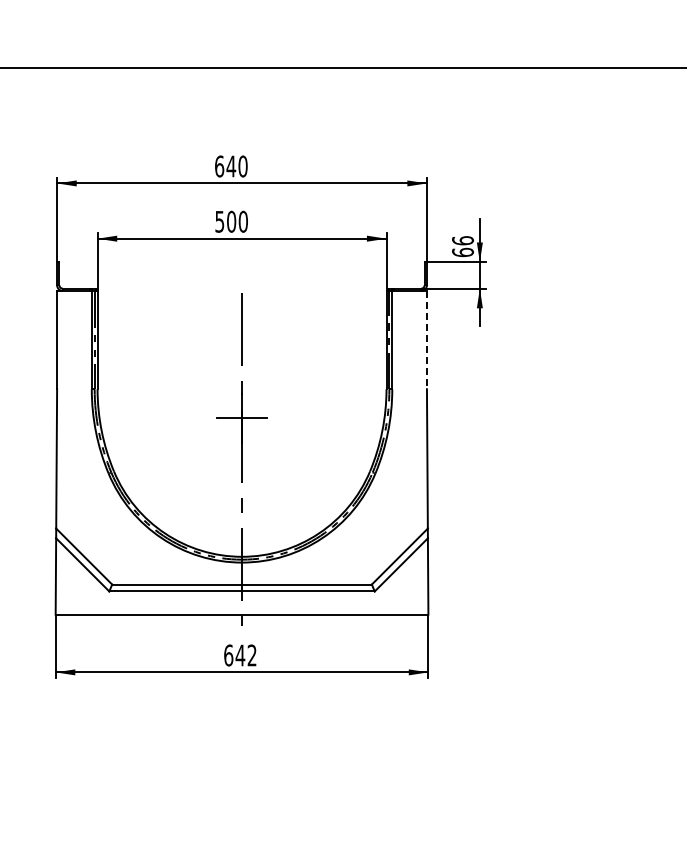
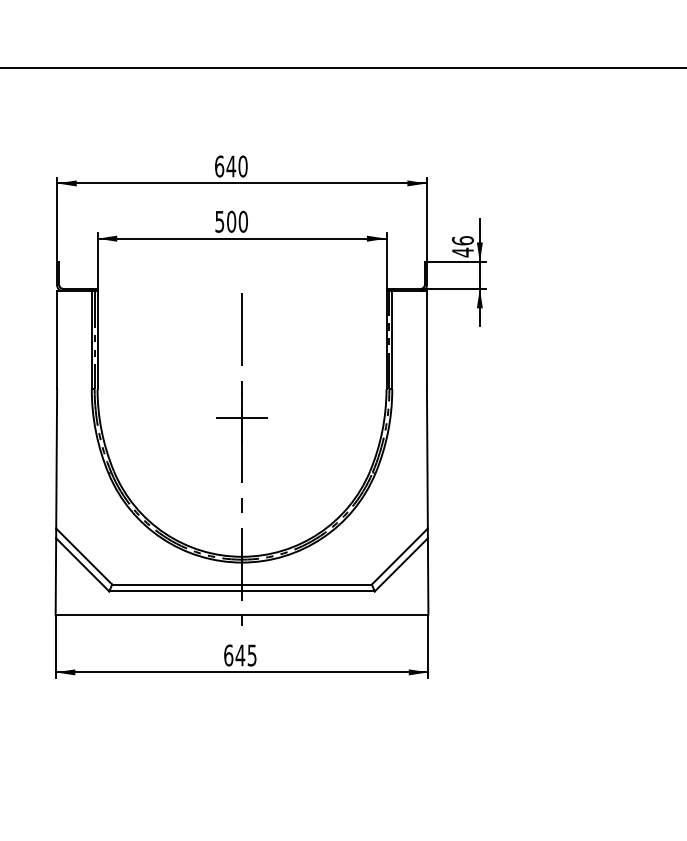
text at (463, 252): 66 -> 46
line at (426, 340): dashed -> solid
text at (251, 655): 642 -> 645
